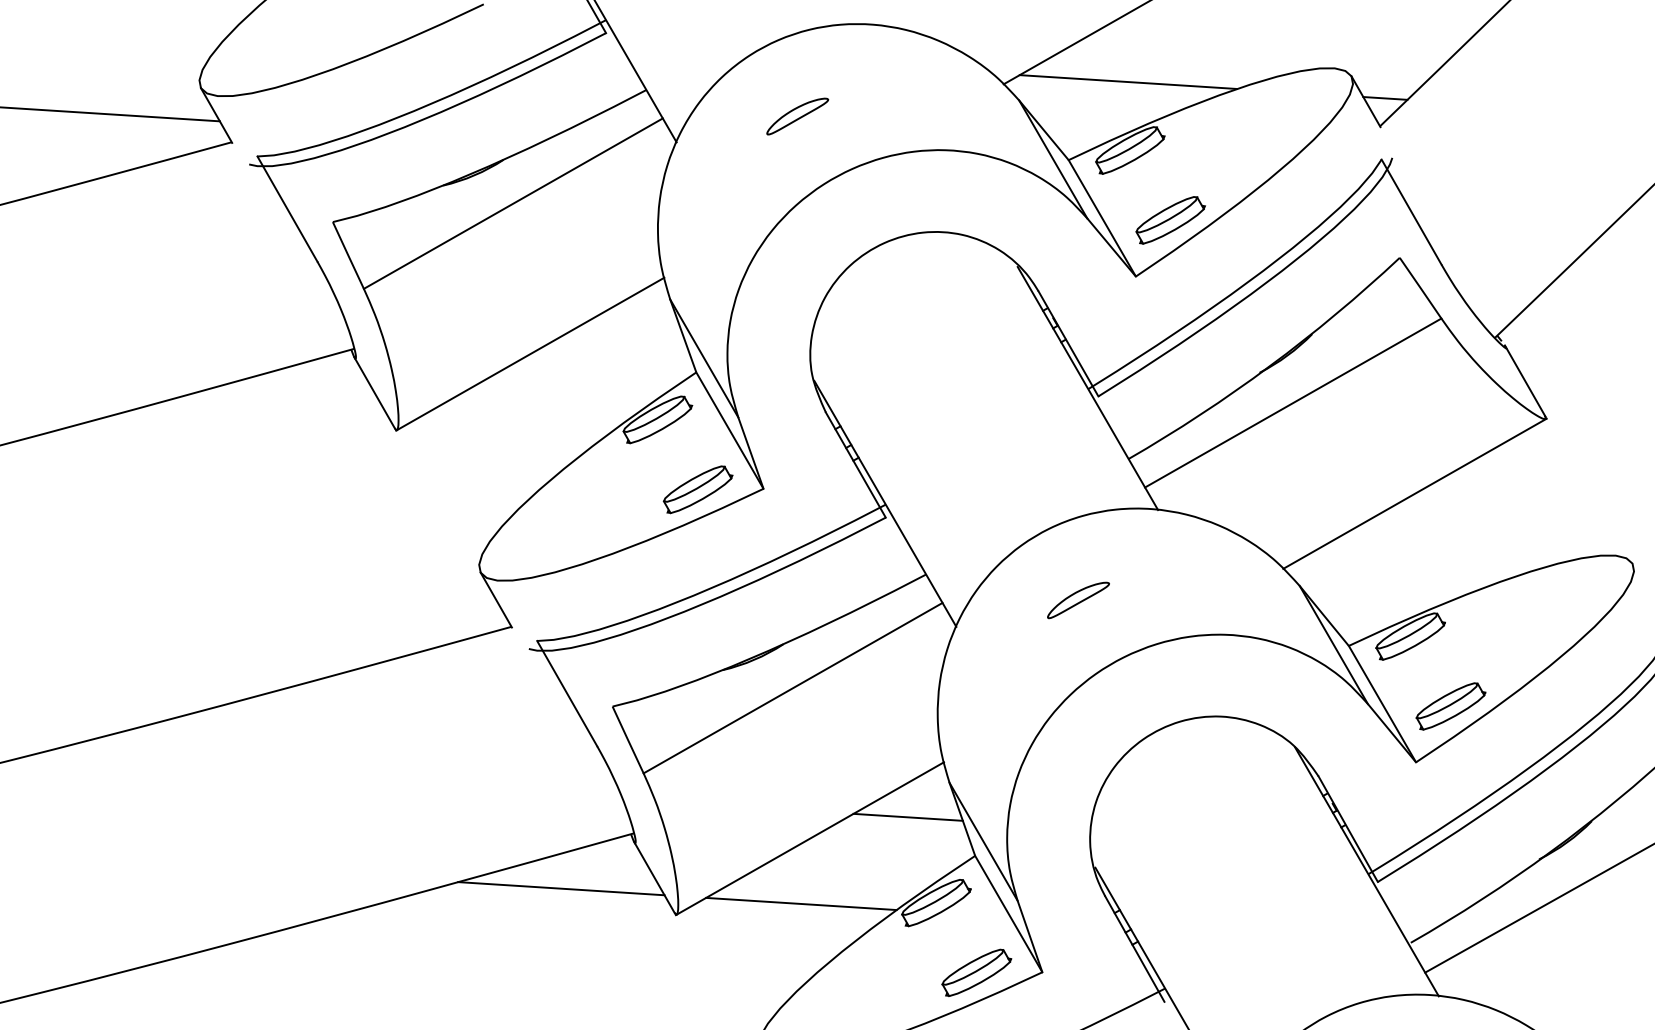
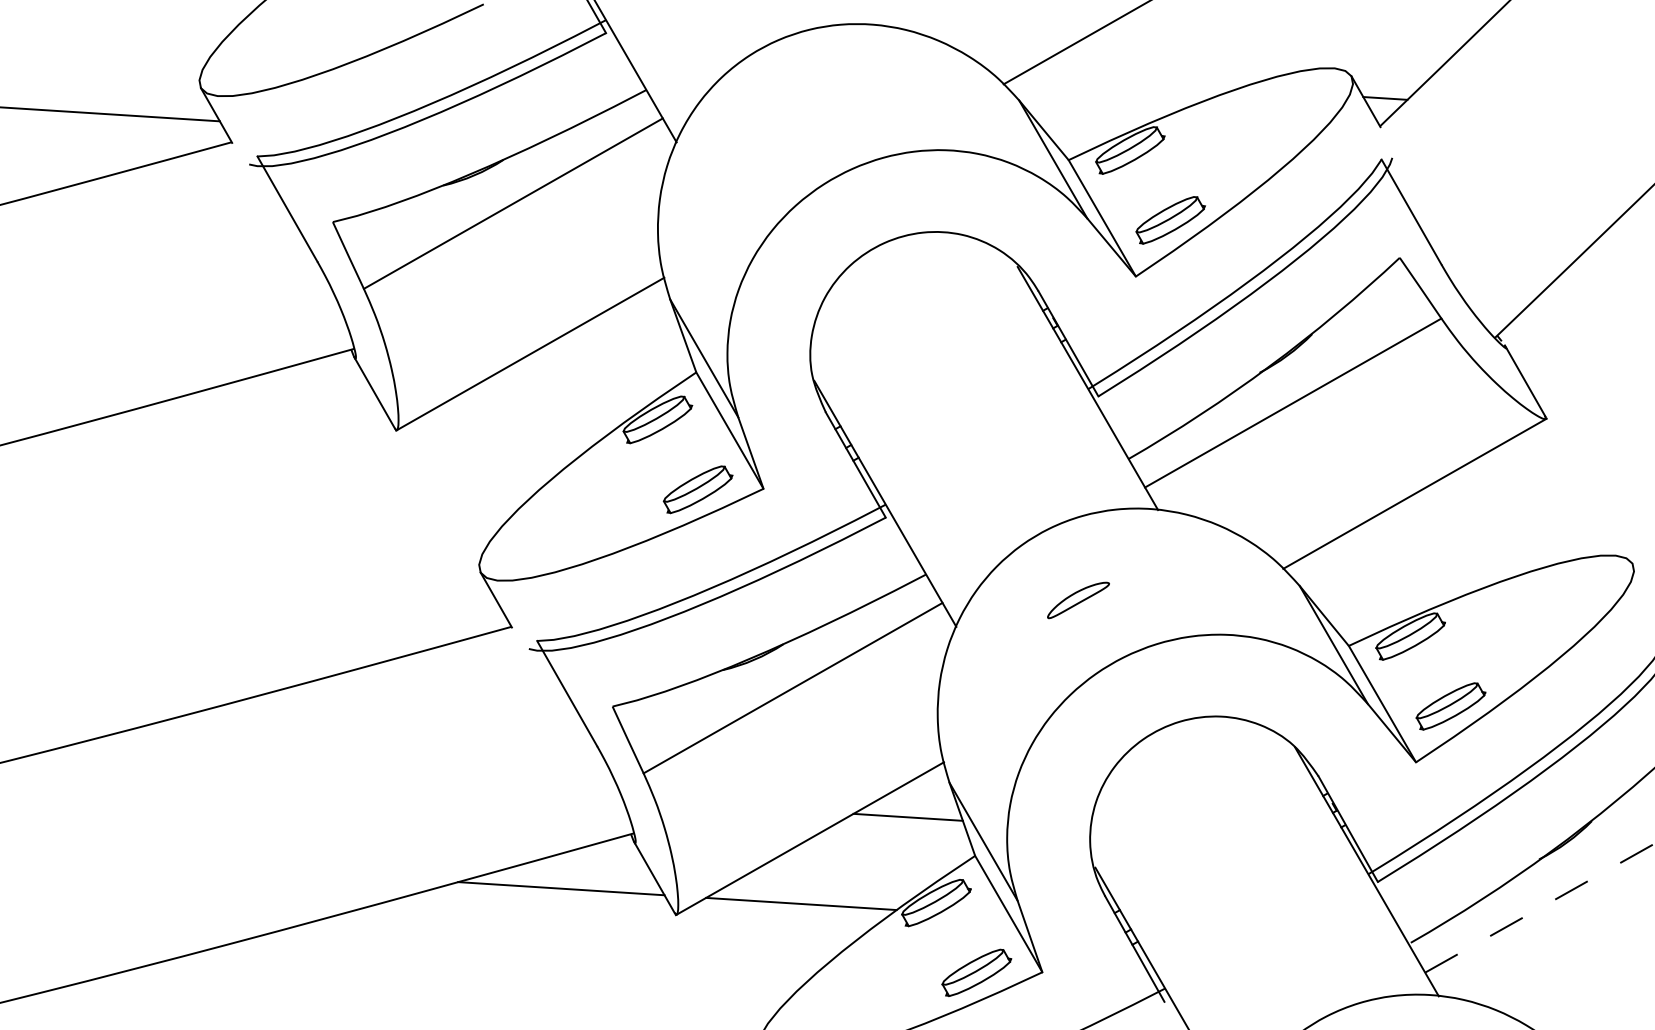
line at (1128, 81): present -> none
part at (797, 116): present -> none
line at (1540, 908): solid -> dashed
